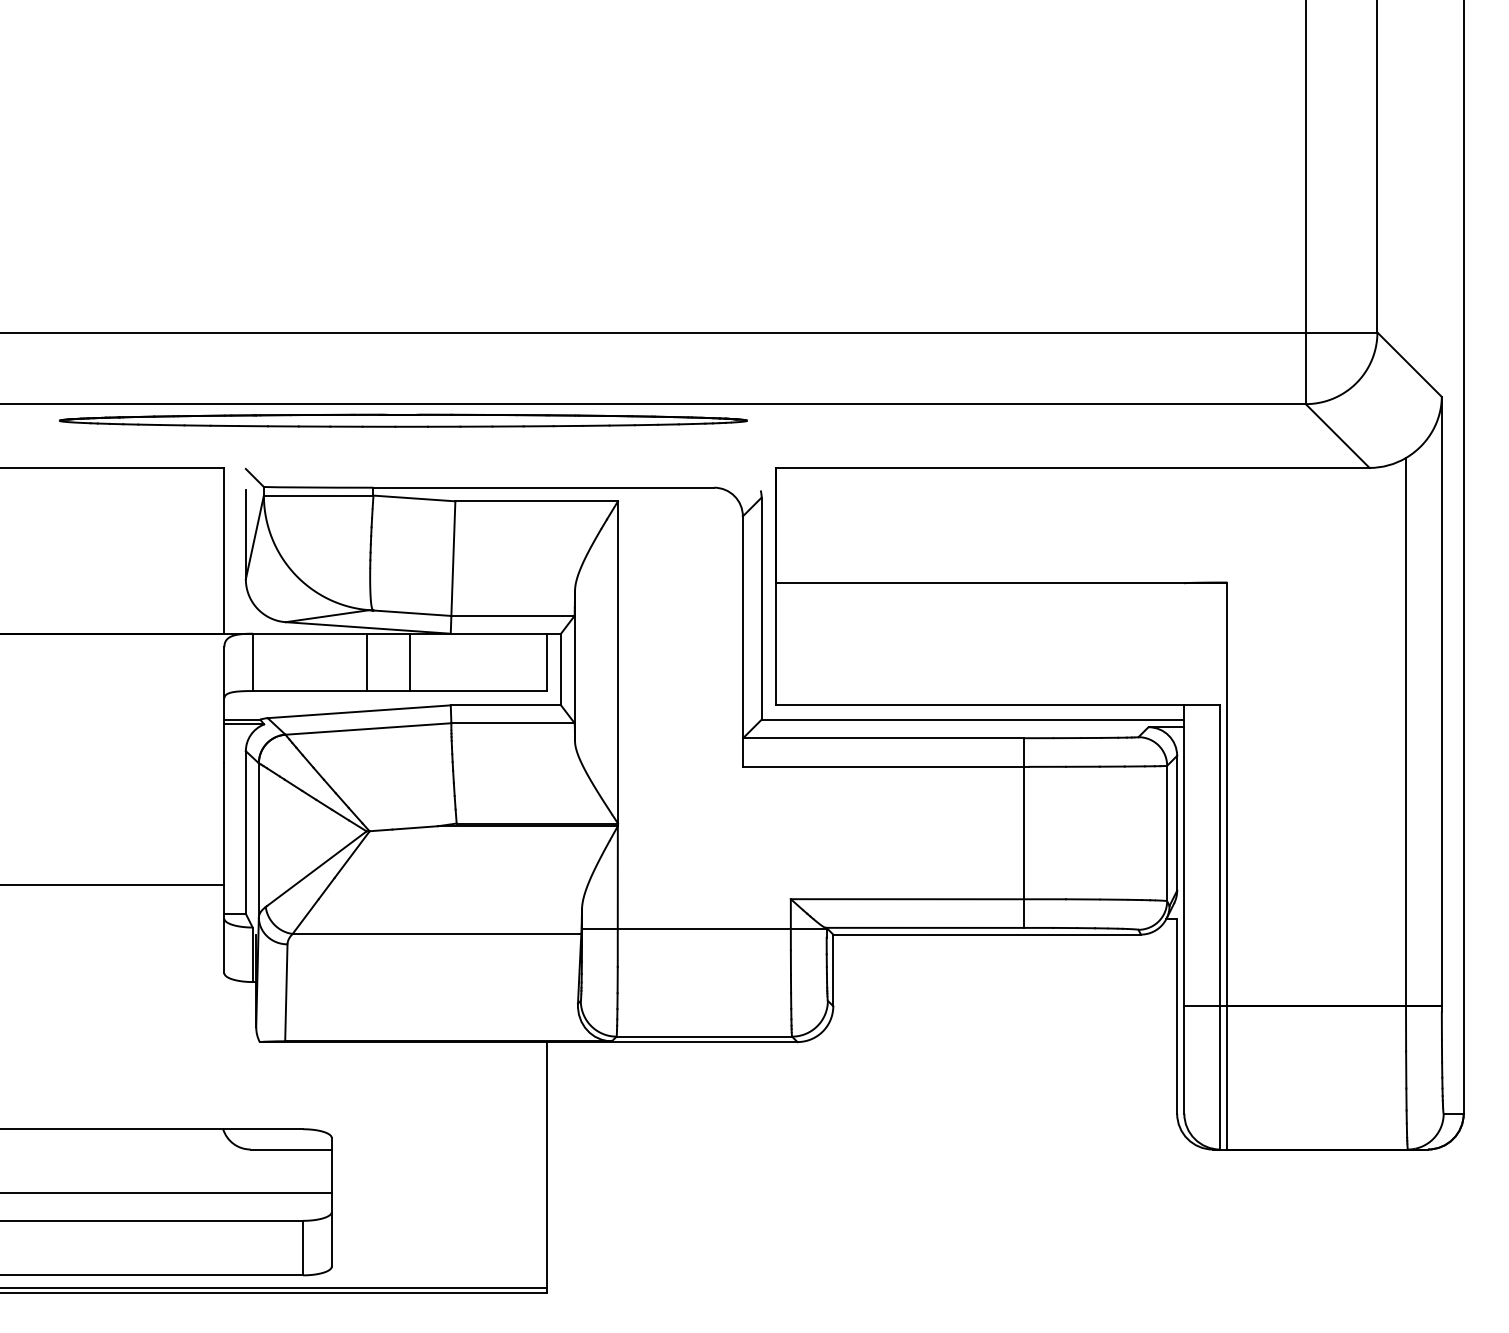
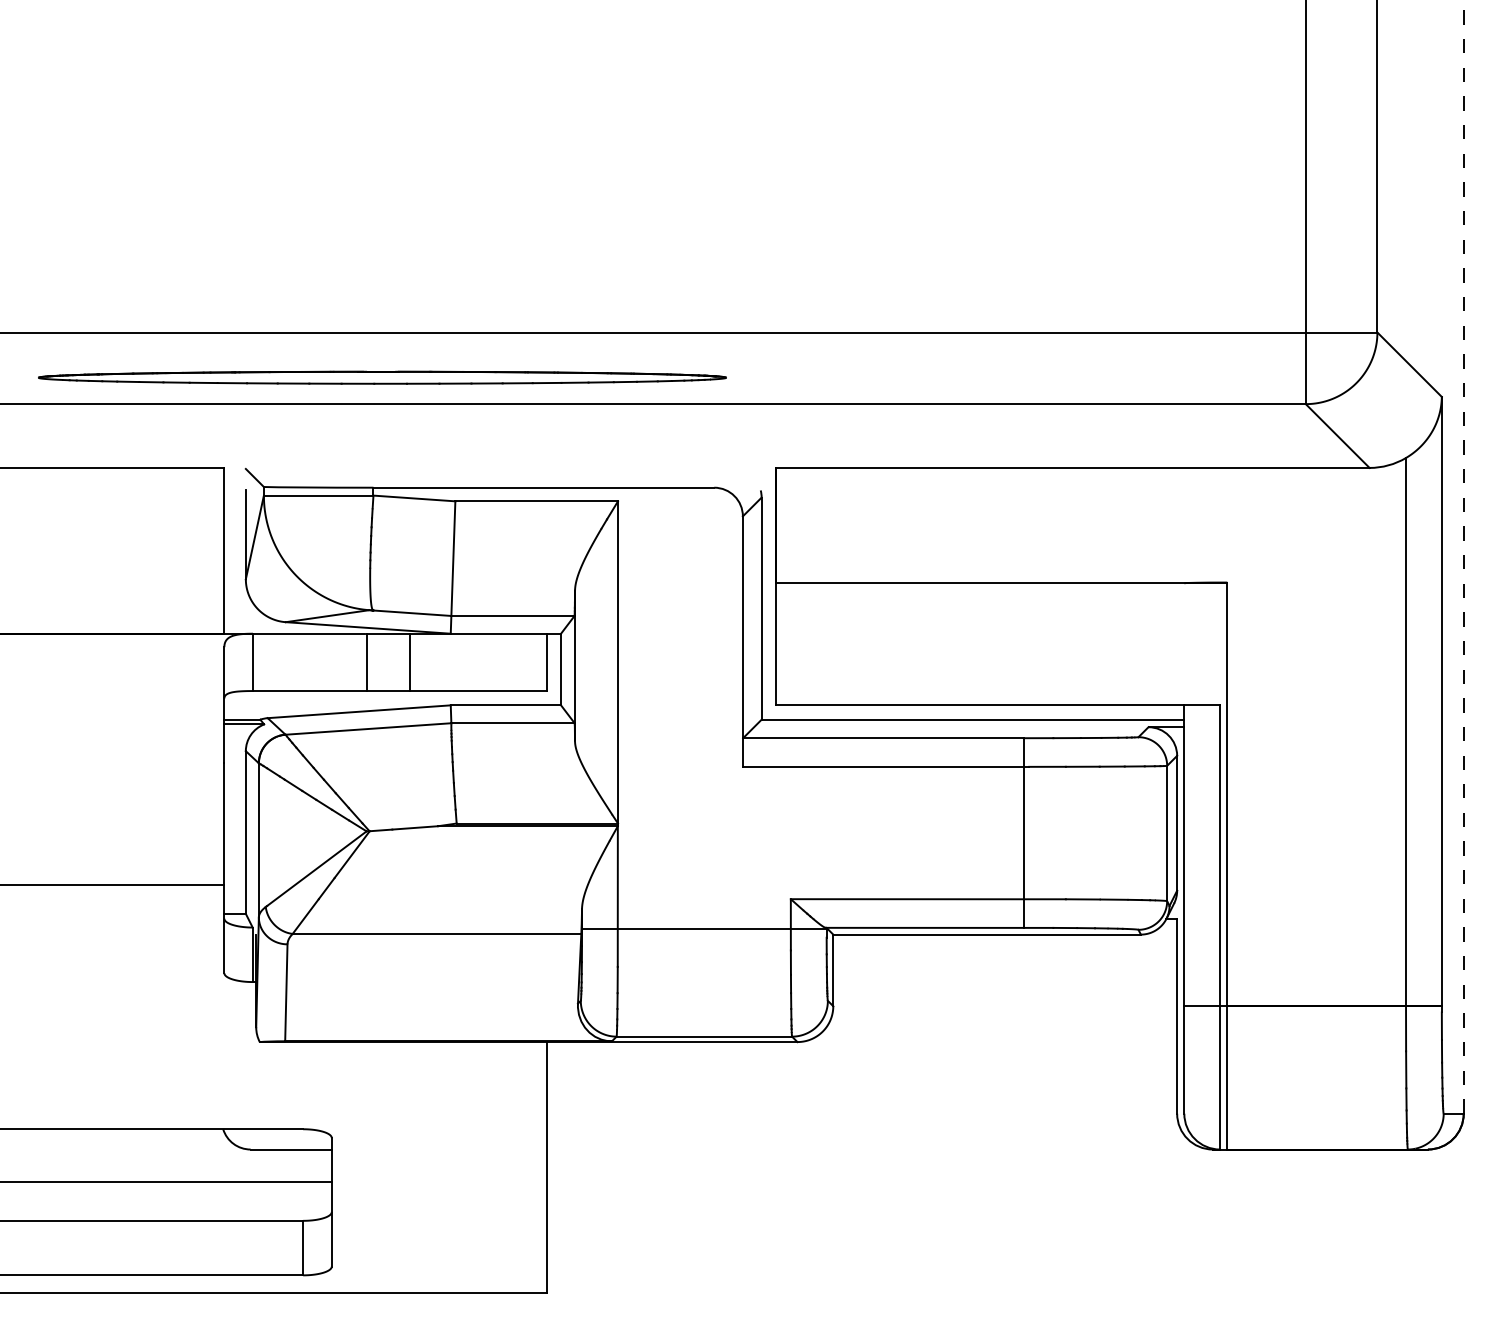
part at (403, 420) position: (403, 420) -> (382, 377)
line at (1463, 557): solid -> dashed
line at (166, 1192) position: (166, 1192) -> (166, 1181)
line at (274, 1287): present -> none
